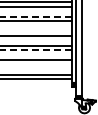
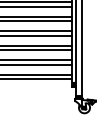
line at (36, 16): dashed -> solid
line at (37, 31): none -> present
line at (36, 50): dashed -> solid
line at (37, 64): none -> present
